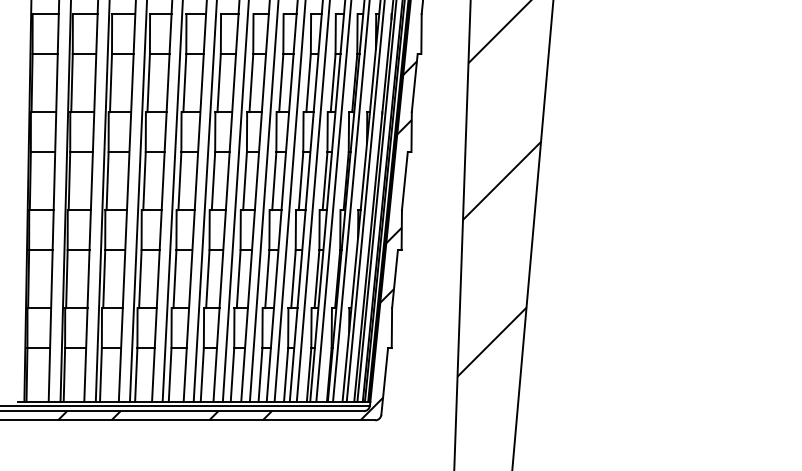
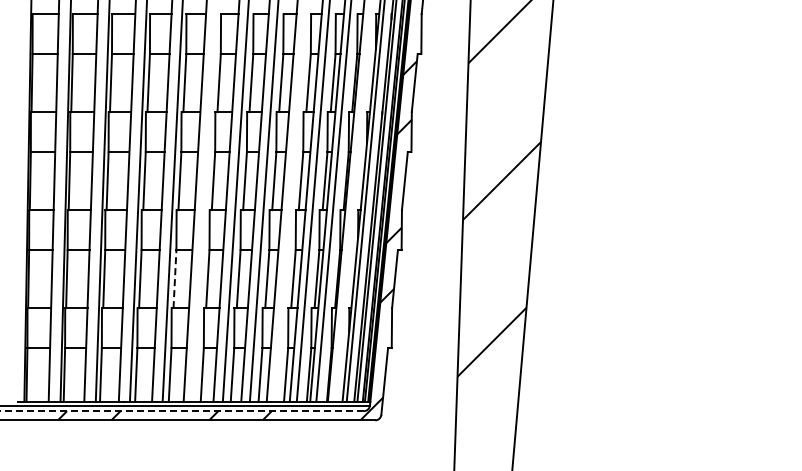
line at (204, 201): present -> none
line at (289, 201): present -> none
line at (351, 201): present -> none
line at (175, 278): solid -> dashed
line at (181, 411): solid -> dashed
